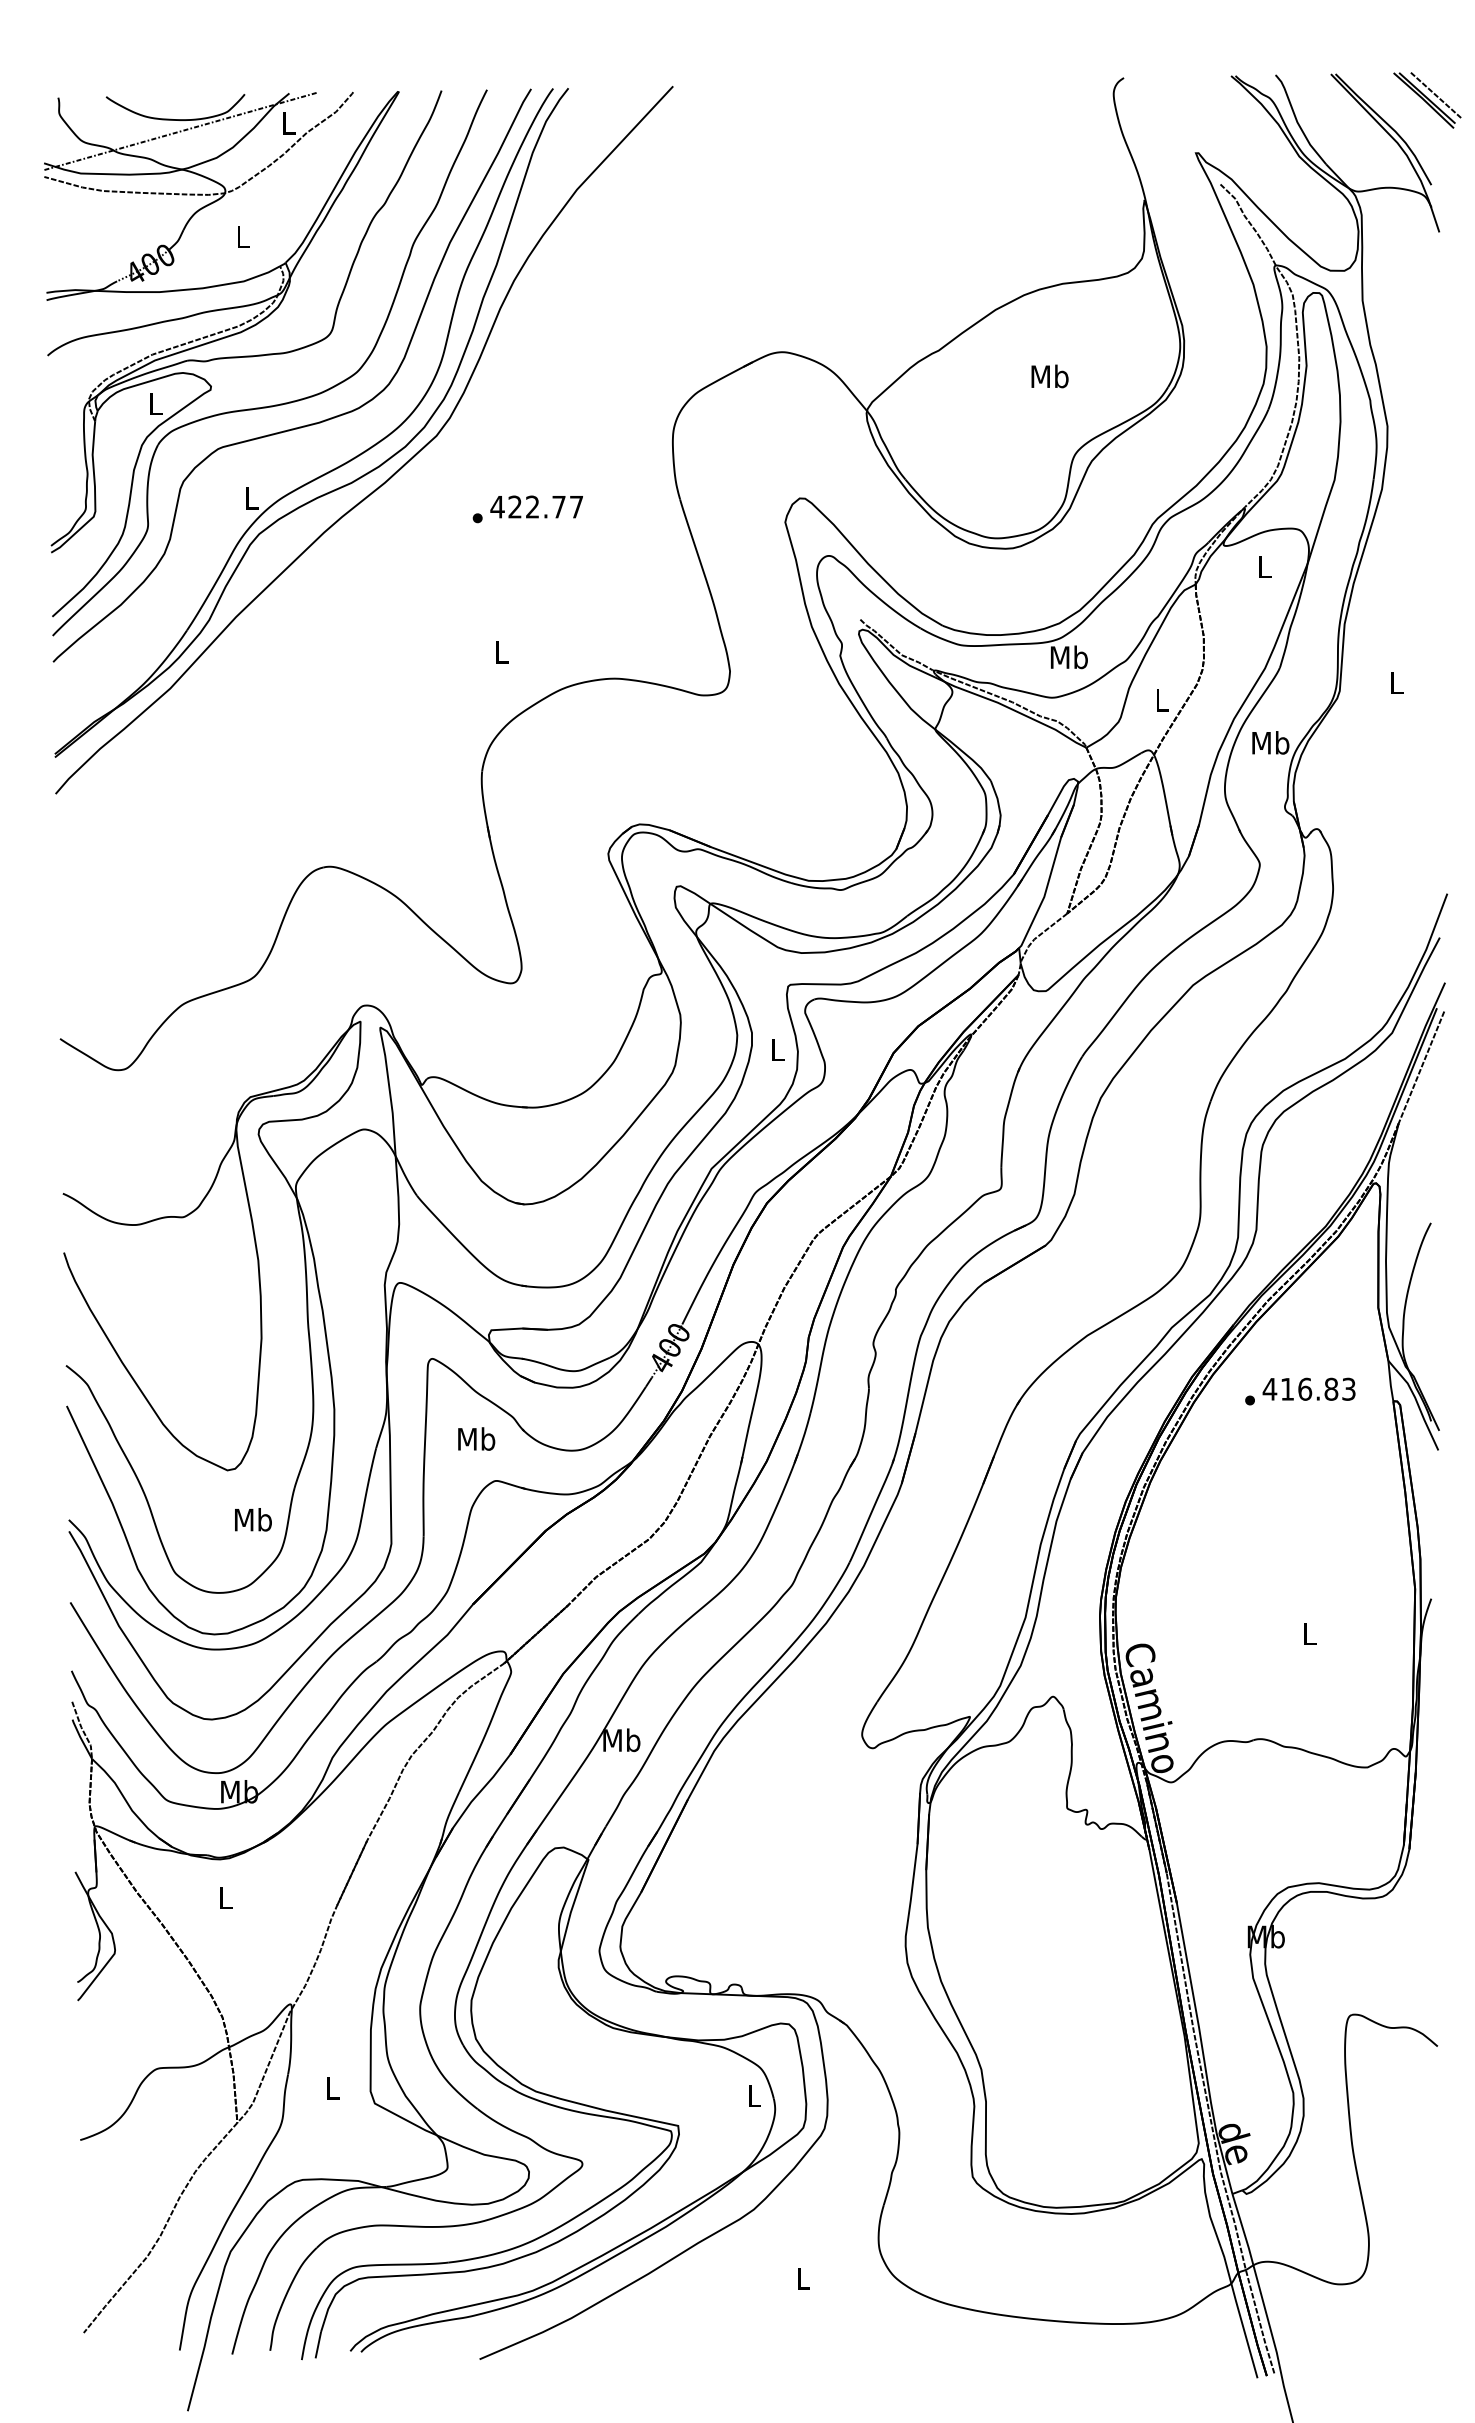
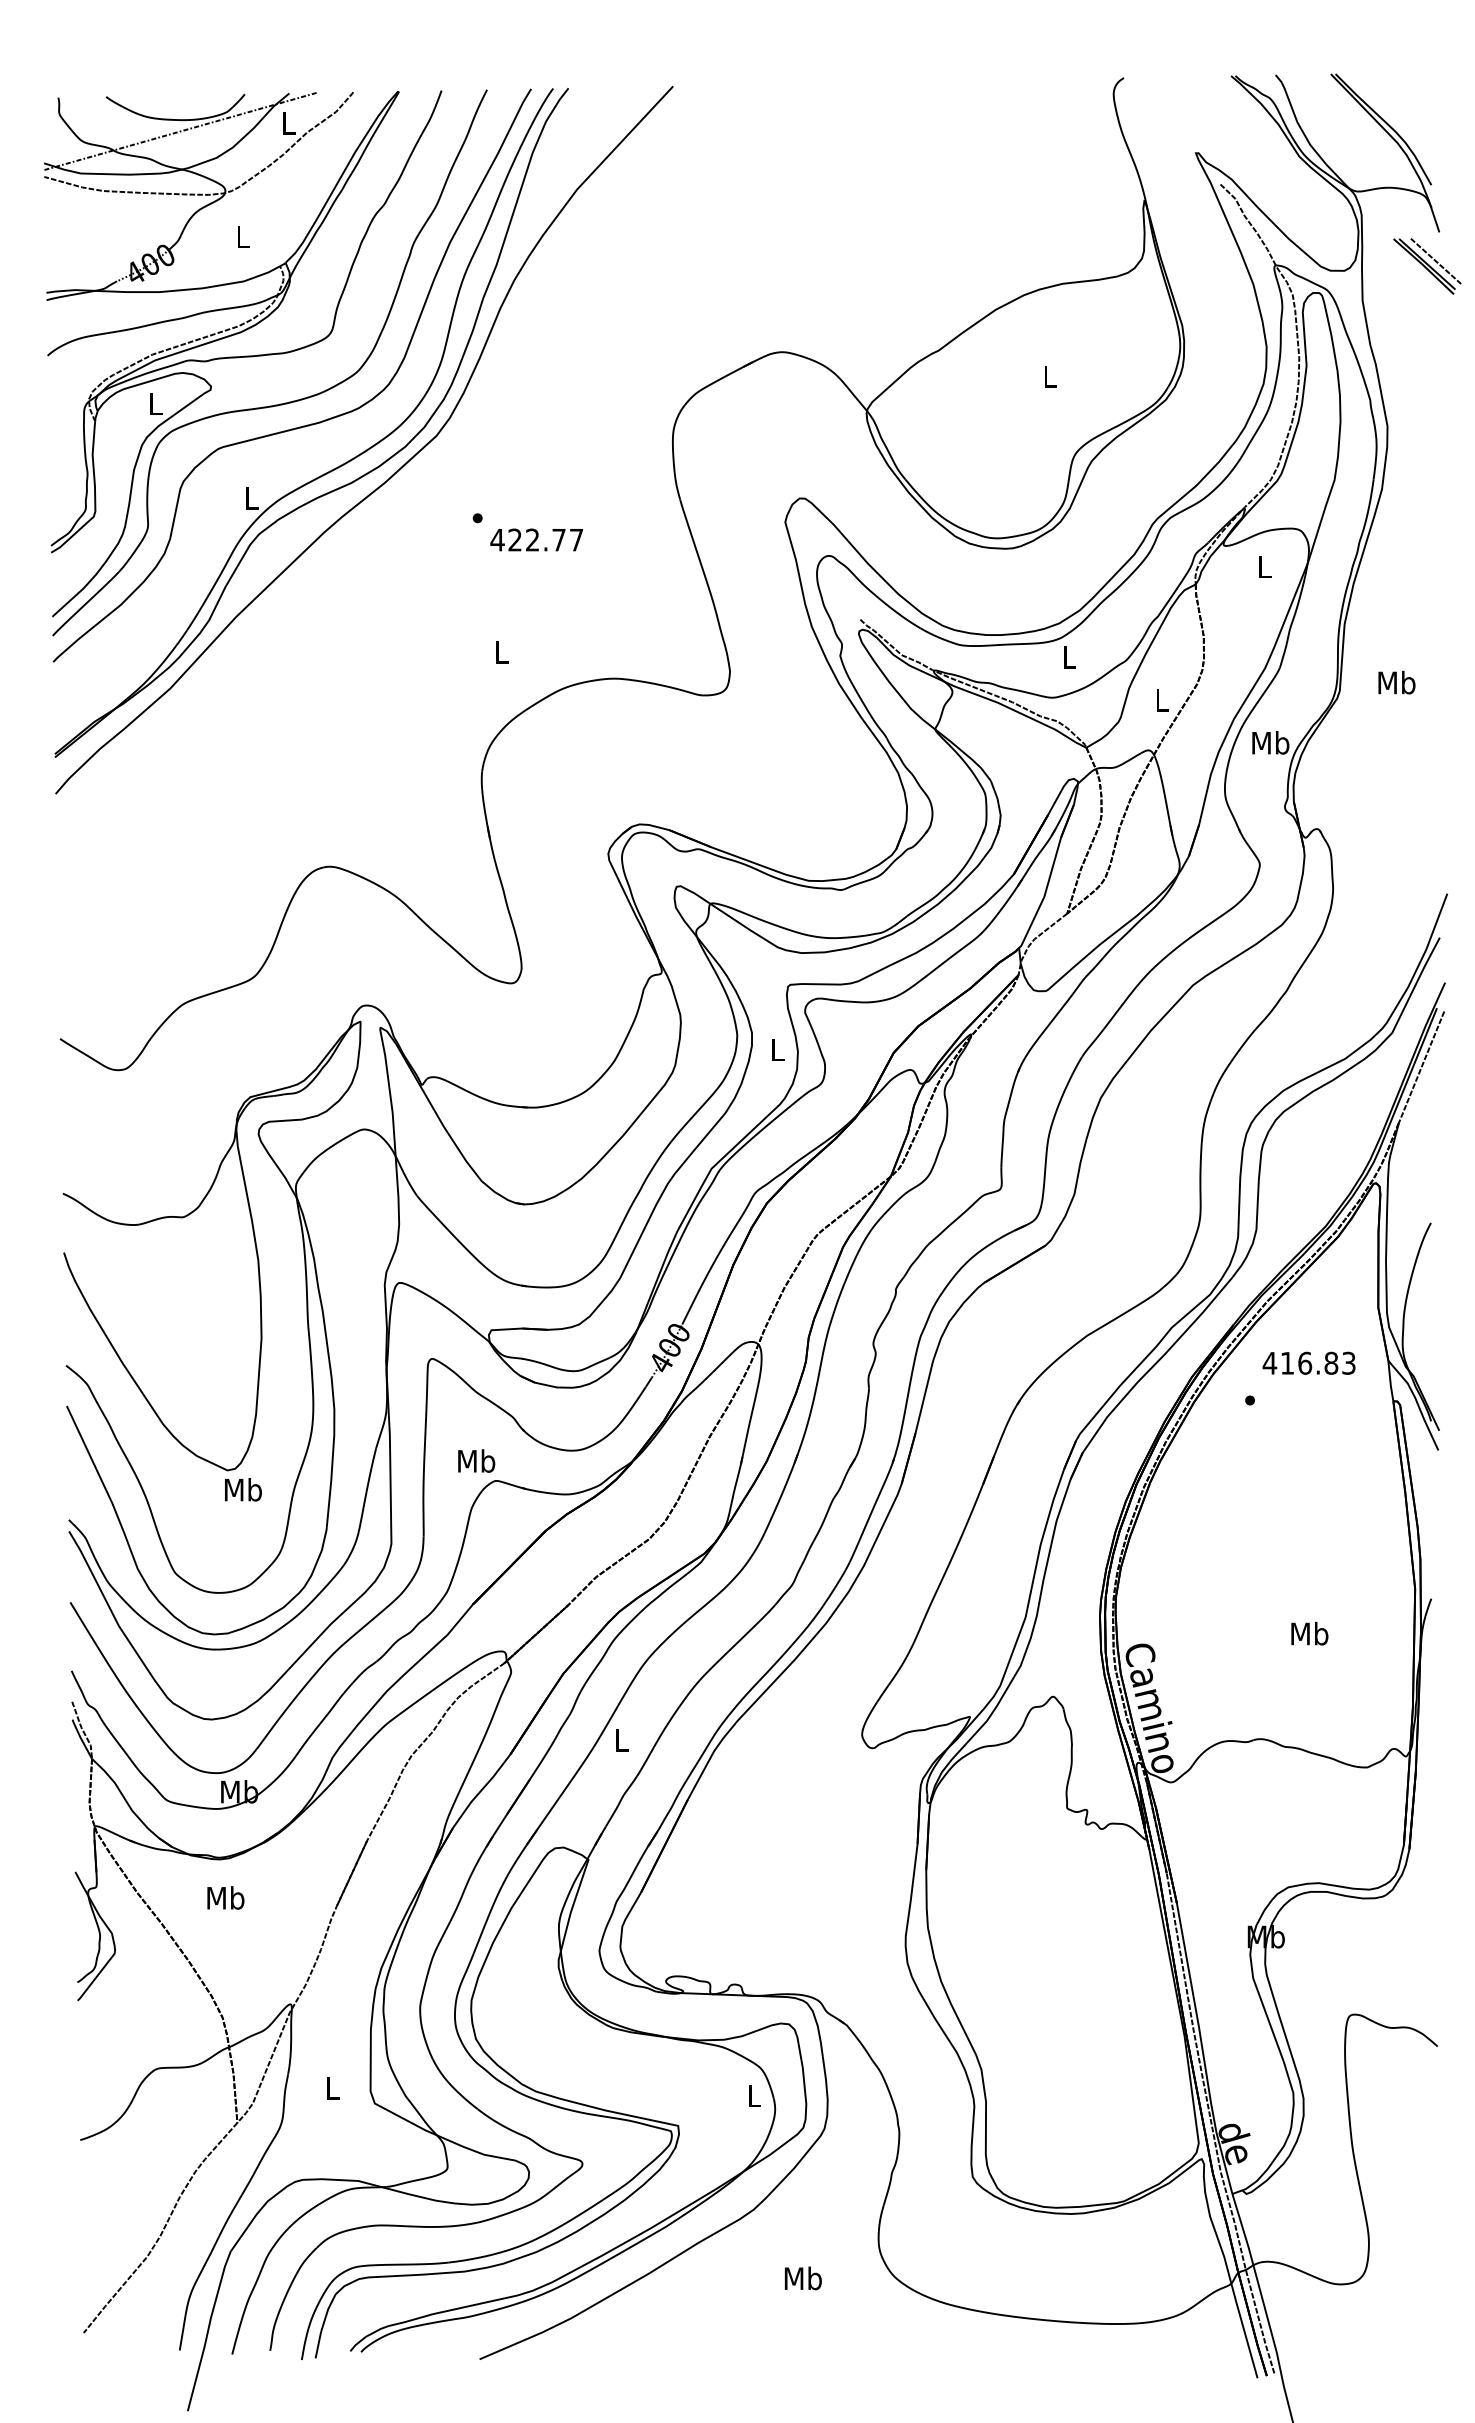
part at (1427, 100) position: (1427, 100) -> (1427, 266)
text at (1049, 376): Mb -> L
text at (536, 506) position: (536, 506) -> (536, 539)
text at (1068, 657): Mb -> L
text at (1396, 682): L -> Mb
text at (1308, 1388) position: (1308, 1388) -> (1308, 1362)
text at (476, 1438) position: (476, 1438) -> (476, 1460)
text at (253, 1519) position: (253, 1519) -> (243, 1489)
text at (1309, 1633): L -> Mb
text at (621, 1740): Mb -> L
text at (225, 1897): L -> Mb
text at (802, 2278): L -> Mb
